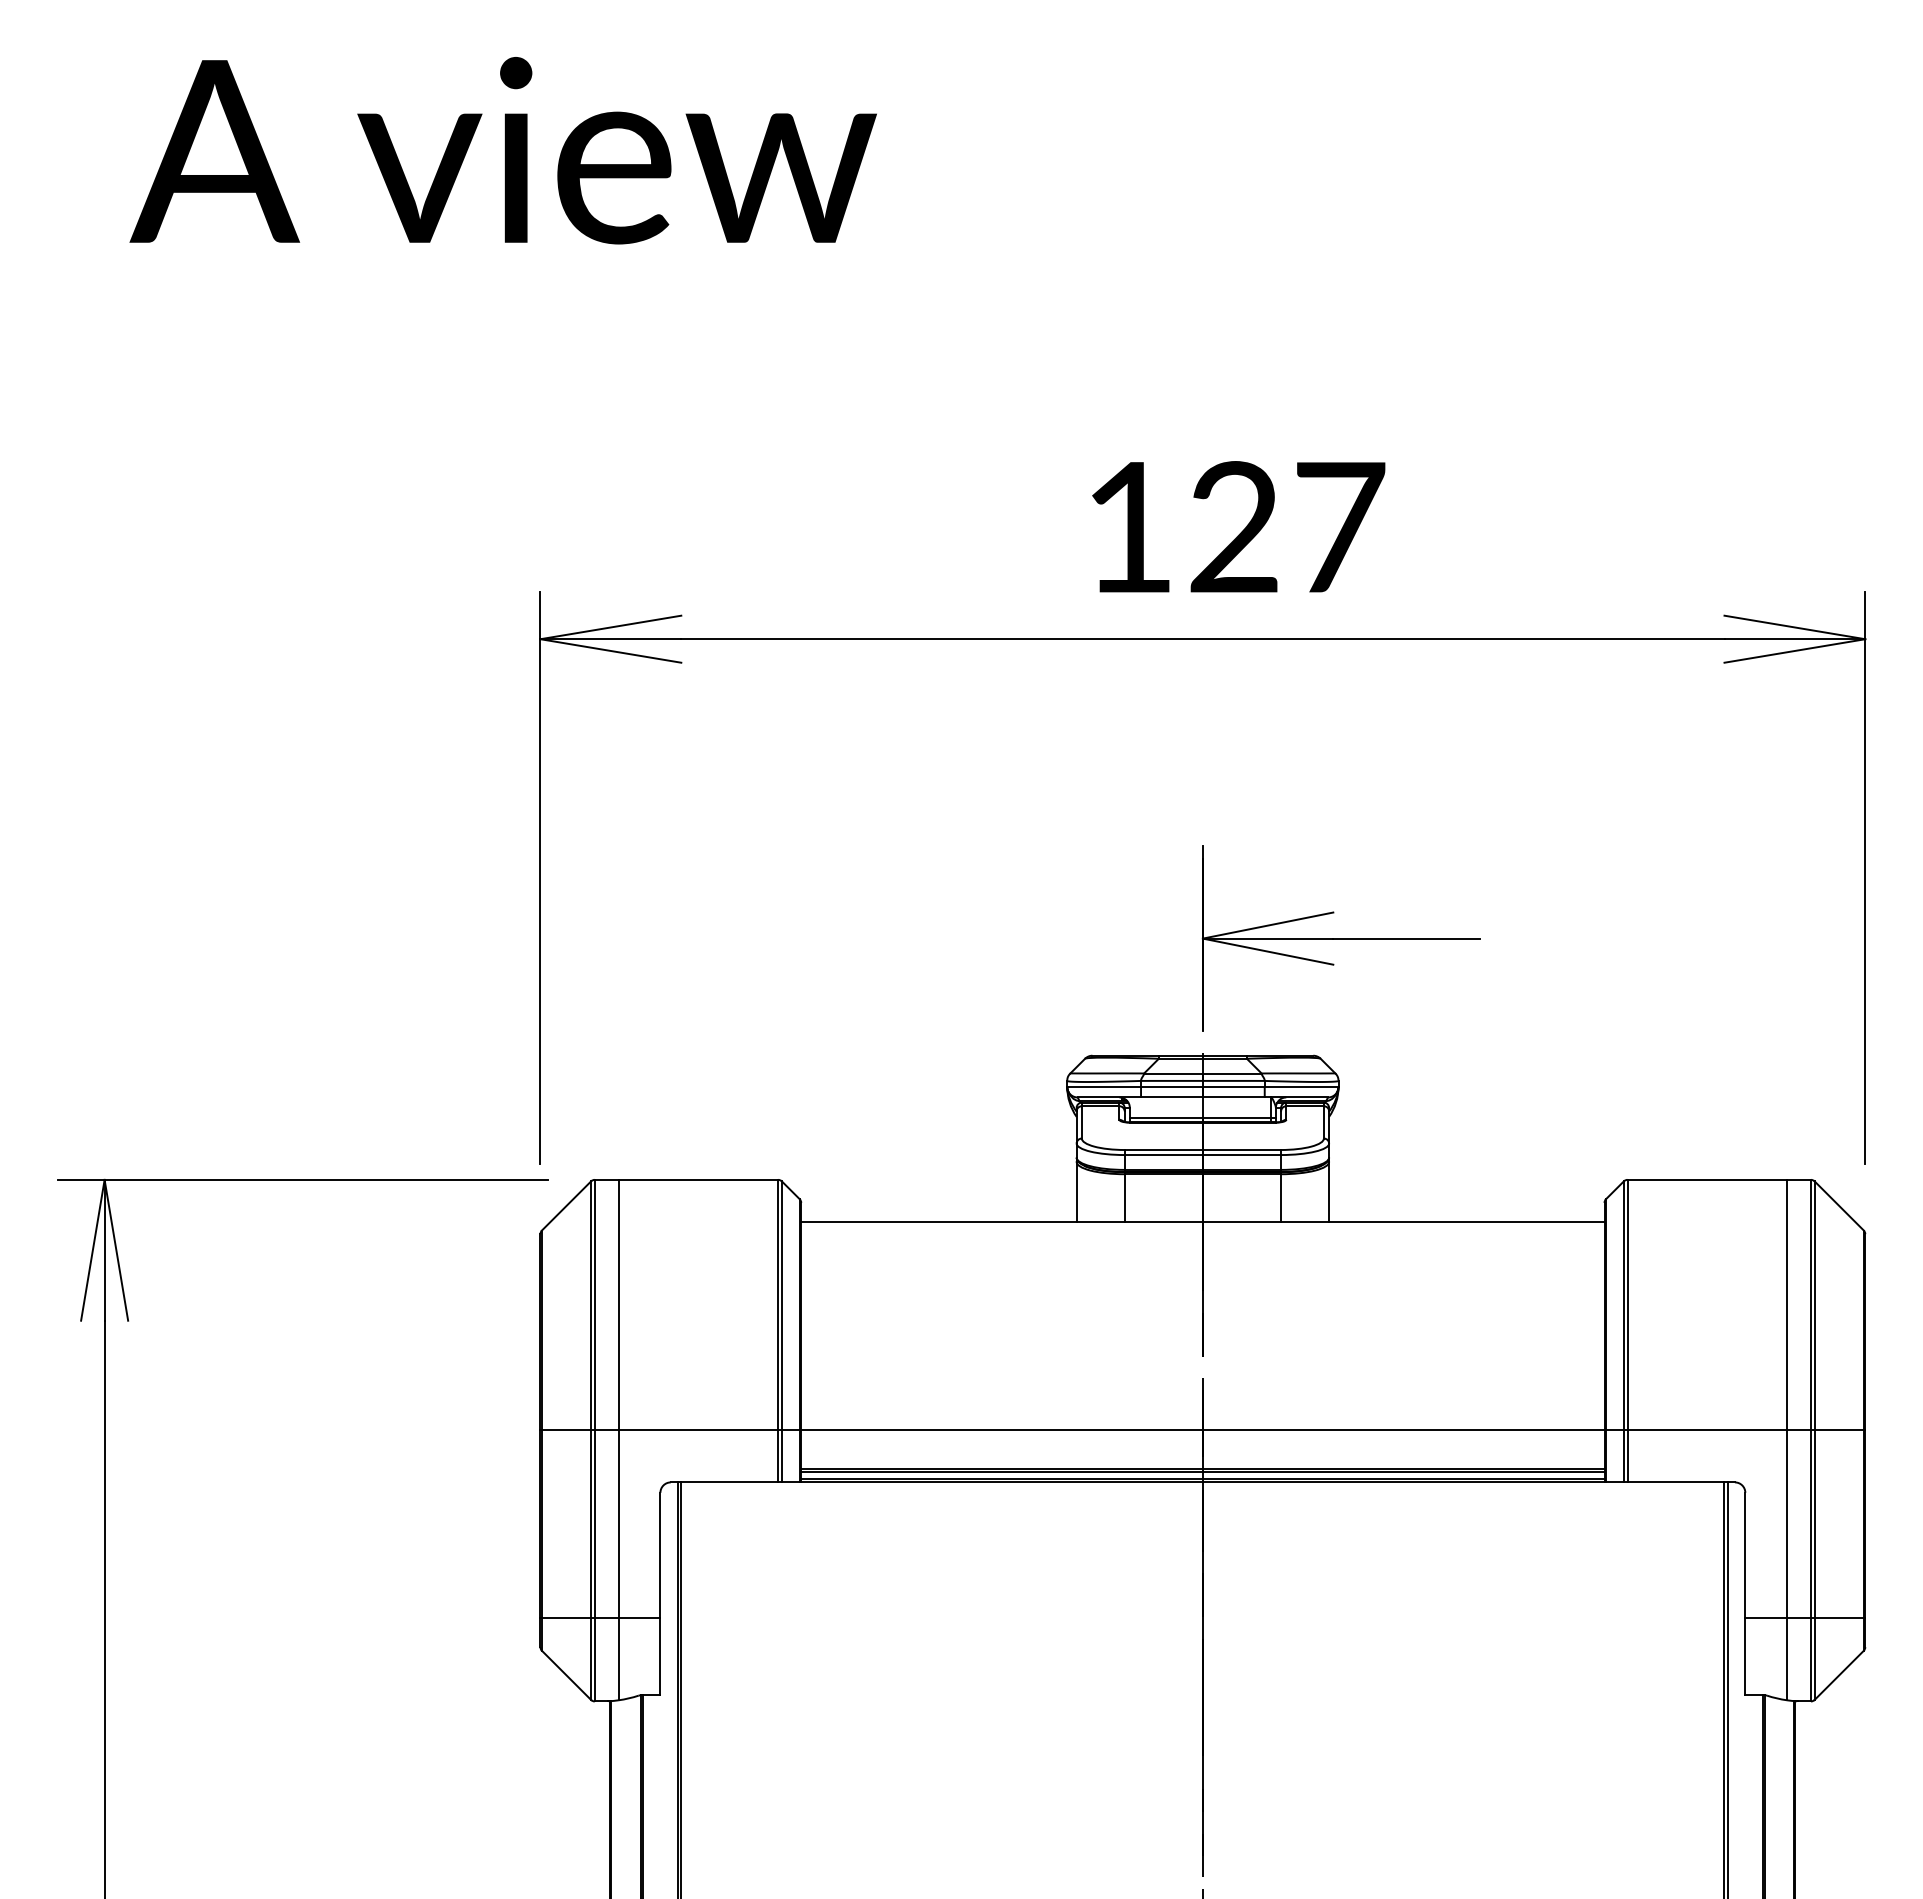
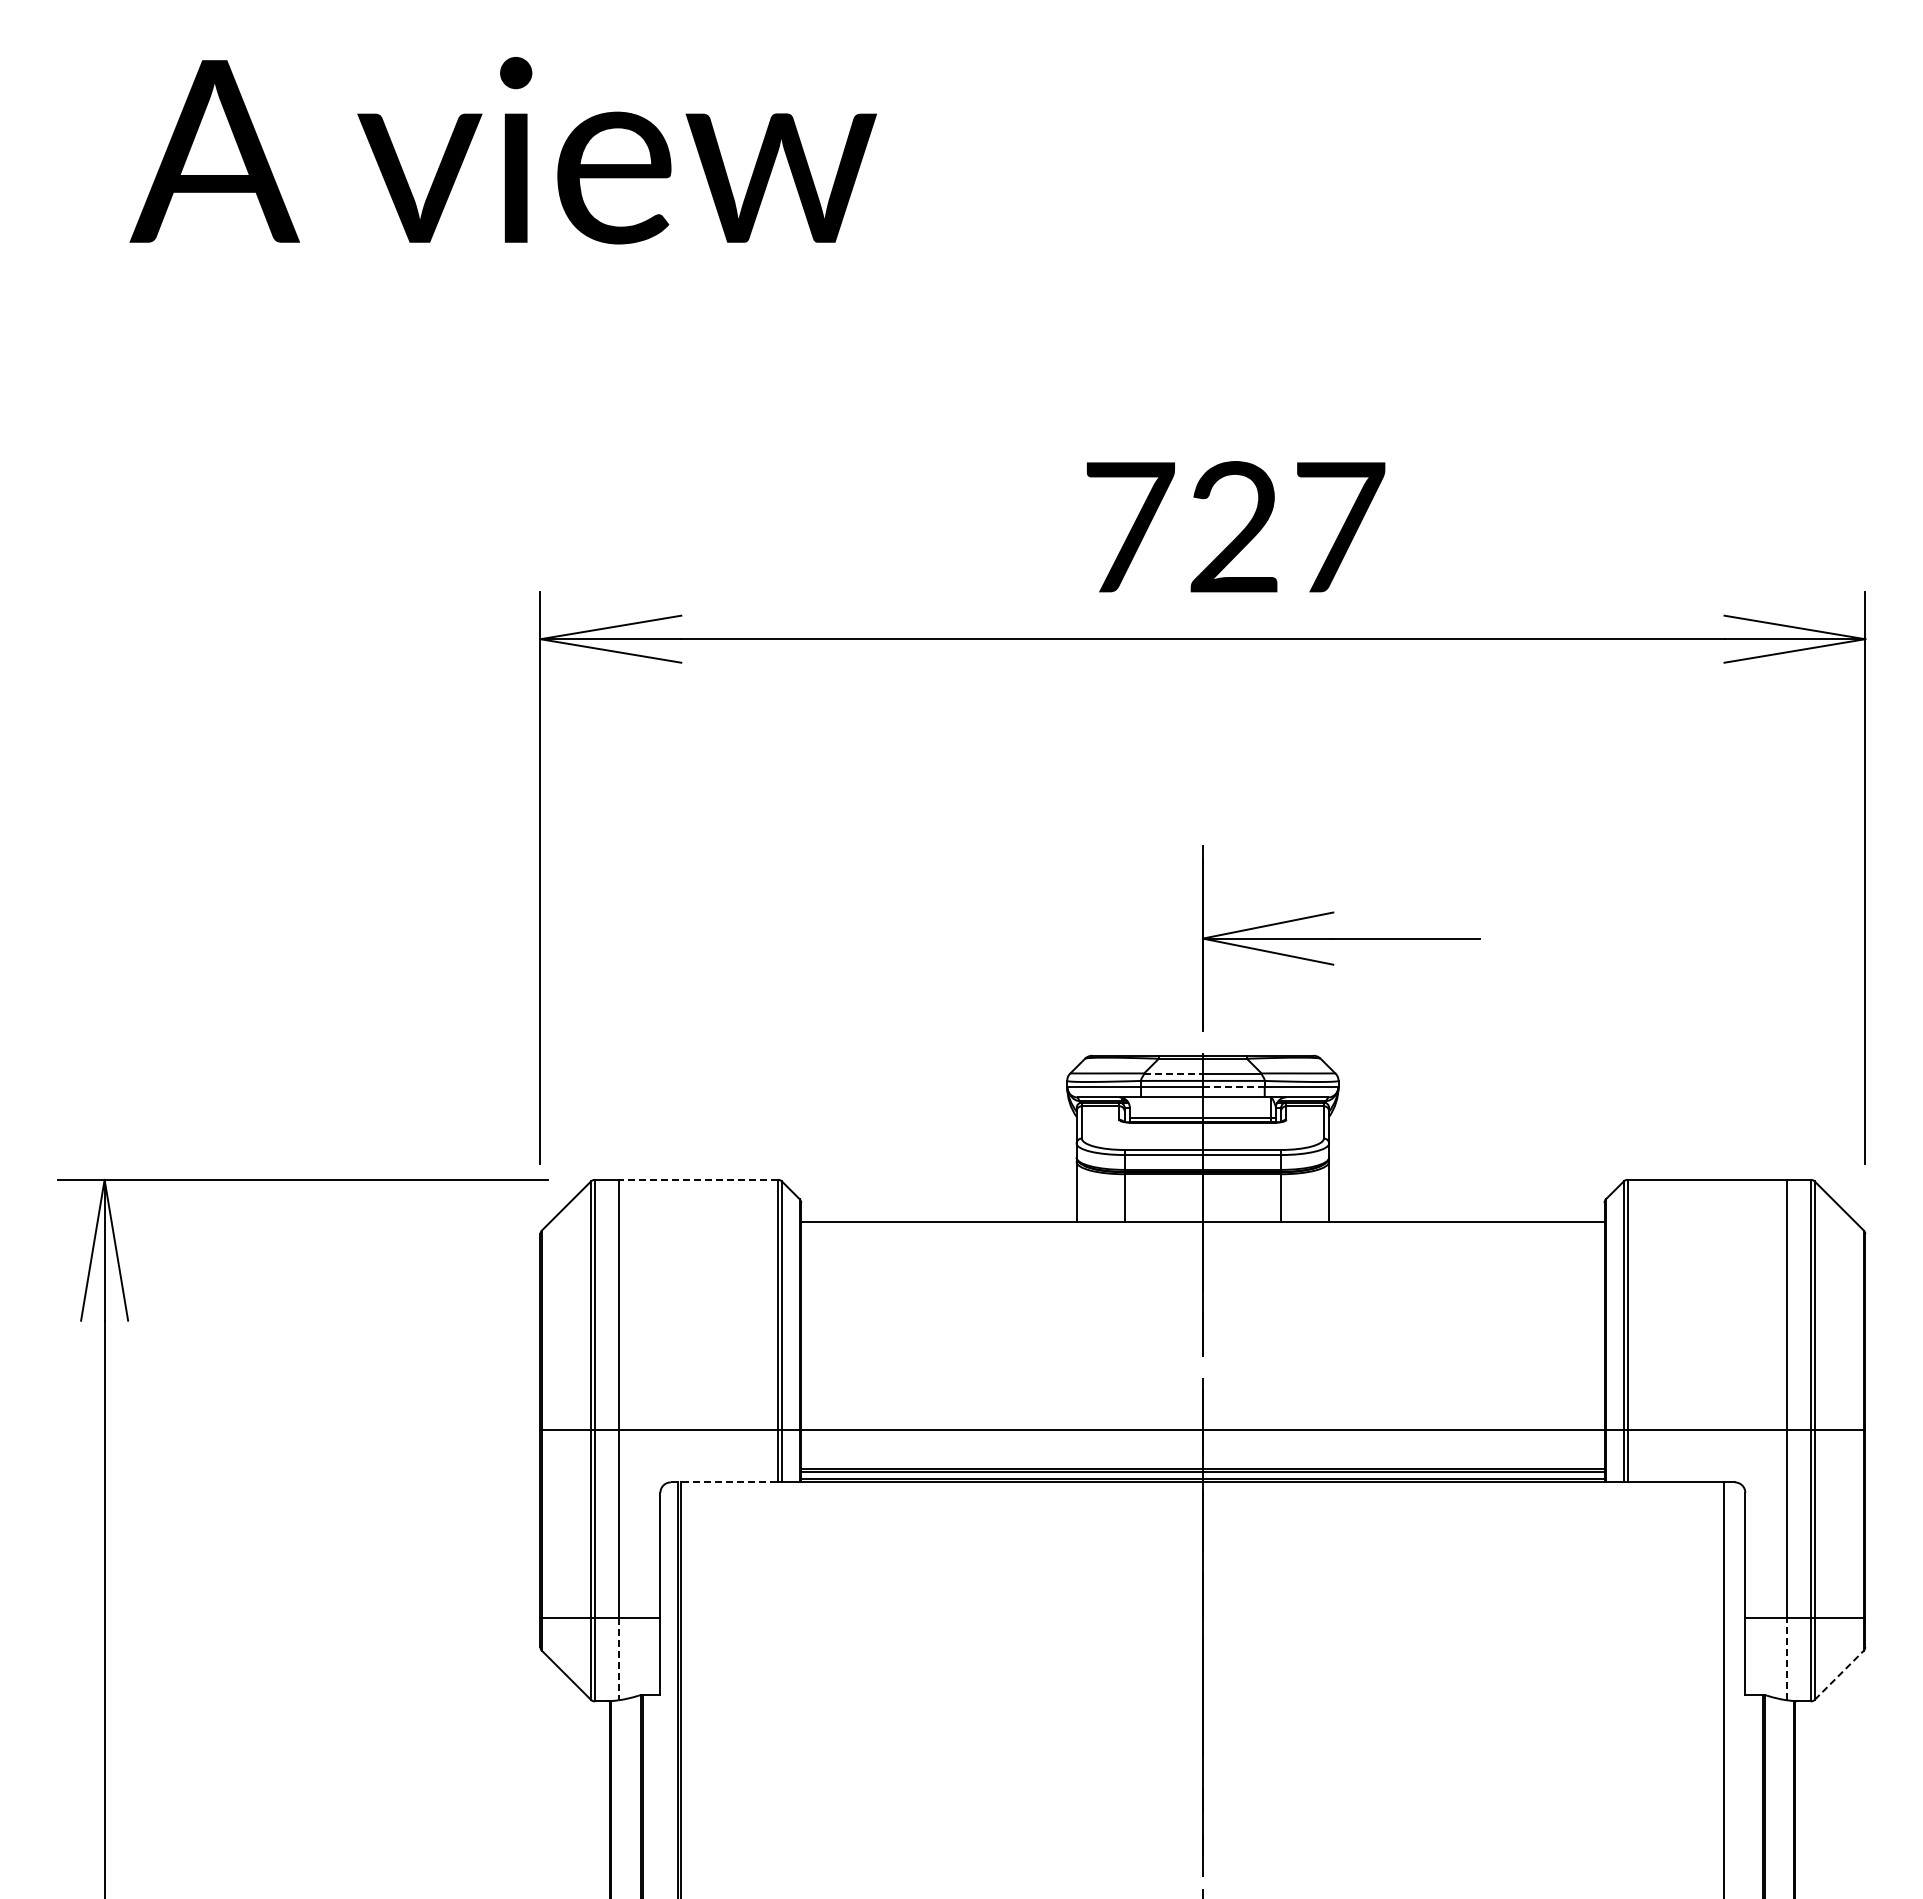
text at (1130, 527): 127 -> 727
line at (1173, 1073): solid -> dashed
line at (1233, 1087): solid -> dashed
line at (698, 1179): solid -> dashed
line at (724, 1482): solid -> dashed
line at (1787, 1658): solid -> dashed
line at (618, 1659): solid -> dashed
line at (1839, 1675): solid -> dashed
line at (1727, 1688): present -> none
